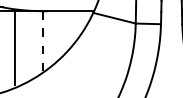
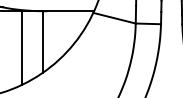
line at (43, 41): dashed -> solid
line at (14, 47) position: (14, 47) -> (21, 47)
